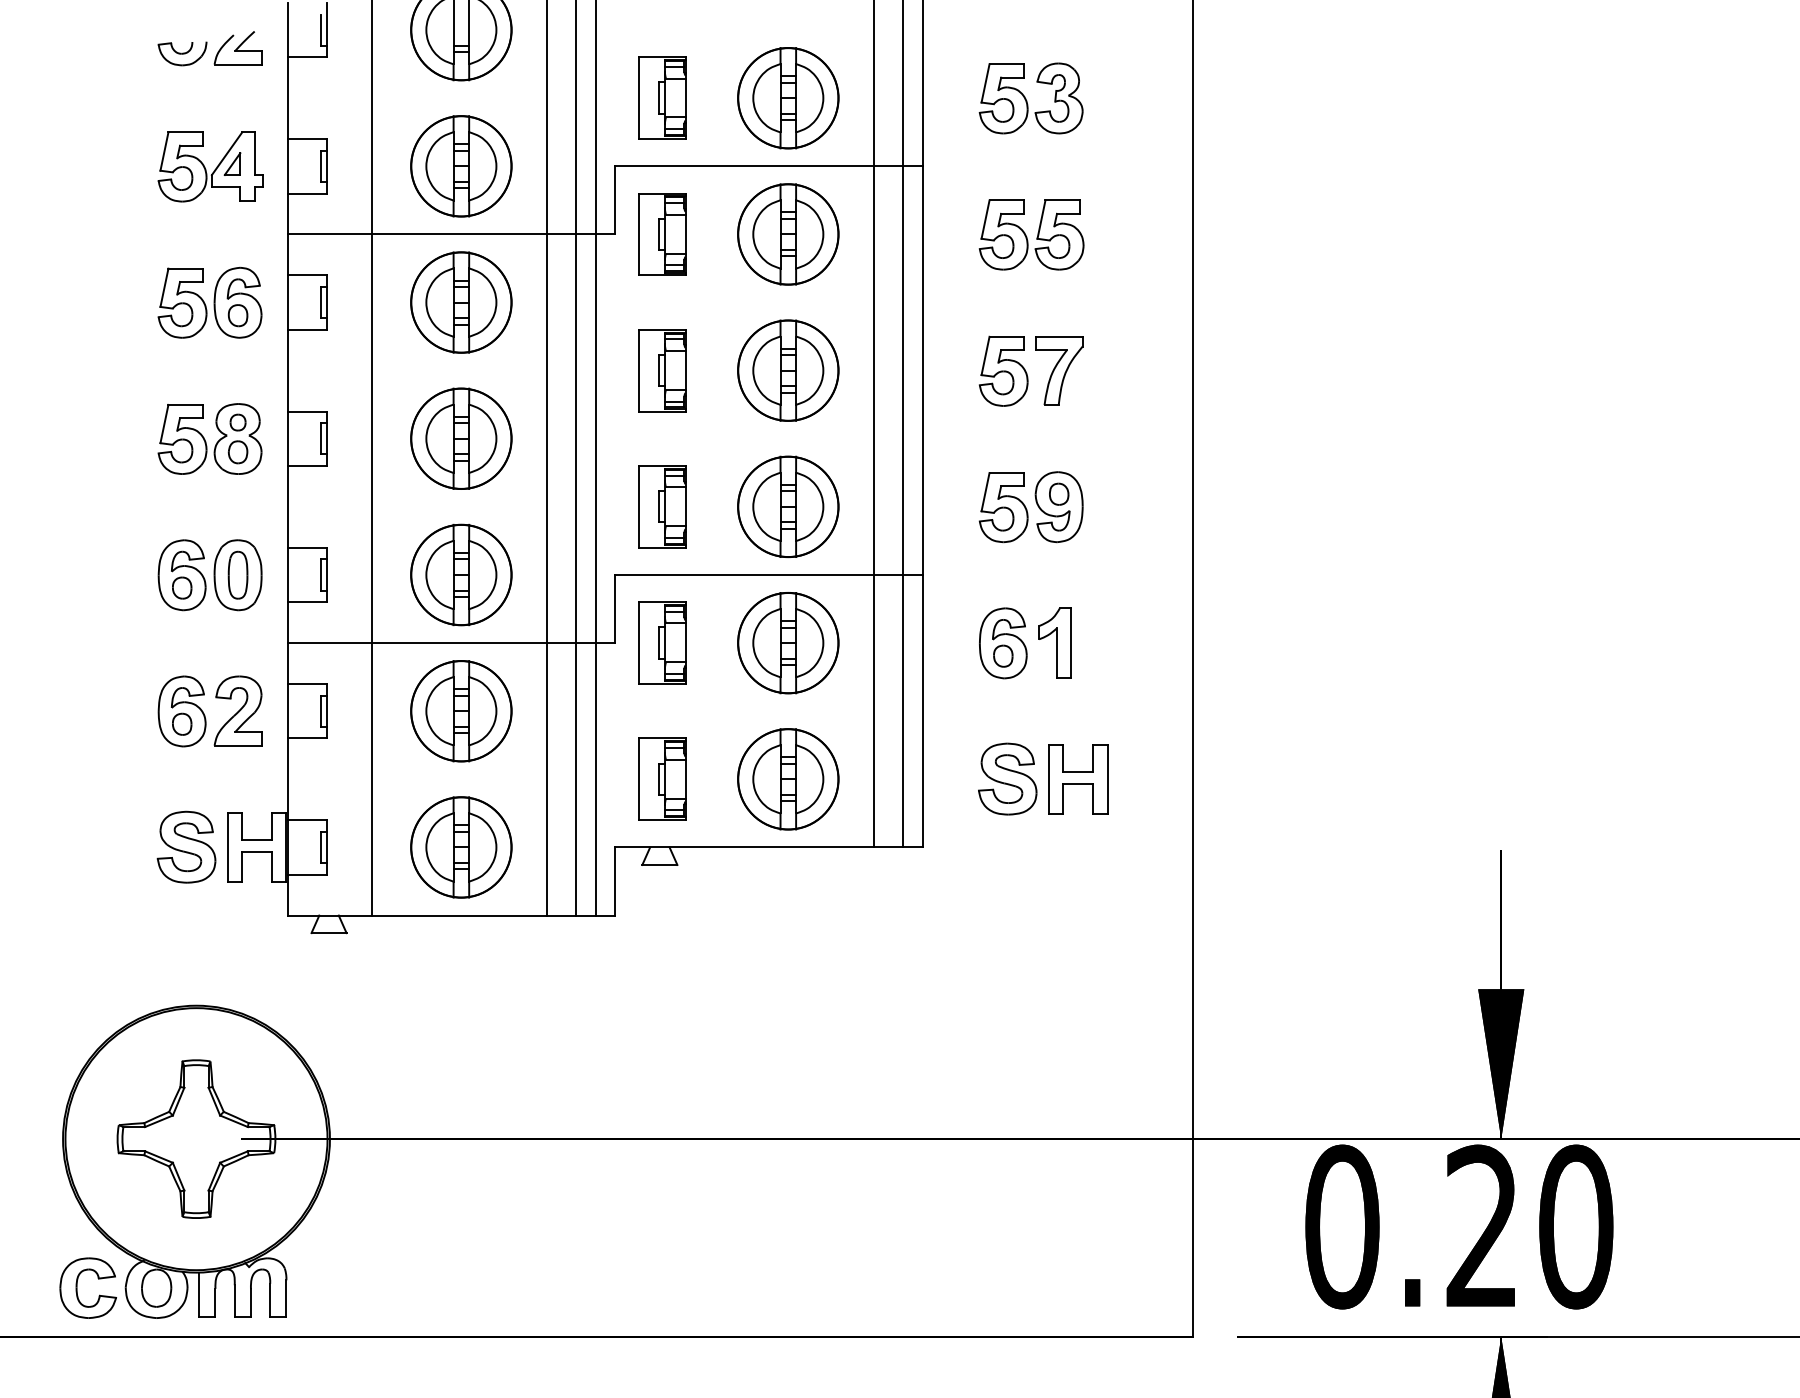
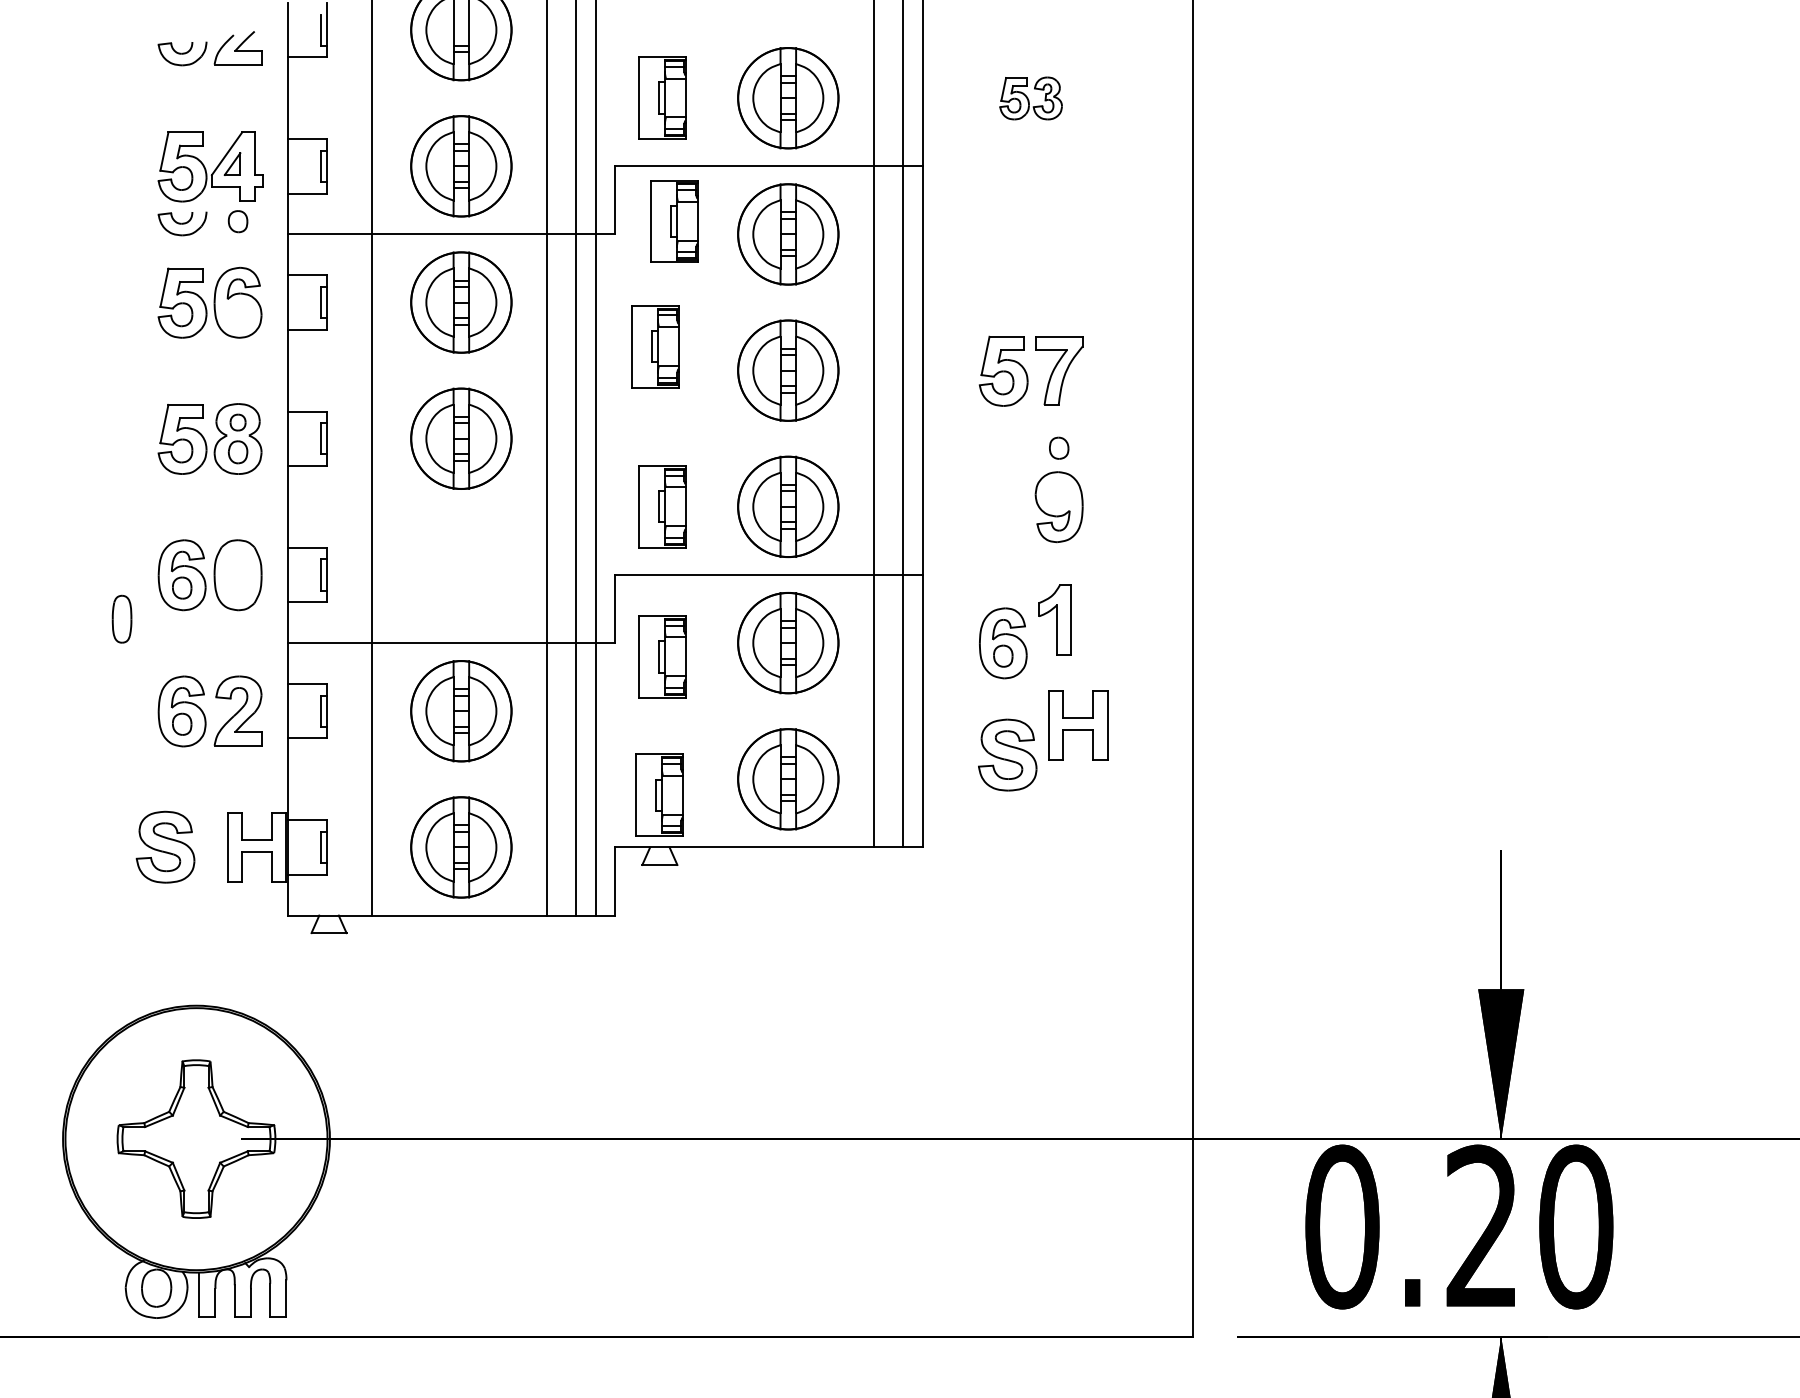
part at (1030, 98) size: 106x73 px -> 64x45 px
part at (182, 223): none -> present
part at (662, 234) position: (662, 234) -> (674, 221)
part at (1031, 234): present -> none
part at (237, 315) position: (237, 315) -> (237, 221)
part at (662, 370) position: (662, 370) -> (655, 346)
part at (1059, 493) position: (1059, 493) -> (1059, 447)
part at (1003, 507): present -> none
part at (237, 574) position: (237, 574) -> (121, 618)
part at (461, 574): present -> none
part at (662, 642) position: (662, 642) -> (662, 656)
part at (1054, 642) position: (1054, 642) -> (1054, 619)
part at (662, 778) position: (662, 778) -> (659, 794)
part at (1007, 778) position: (1007, 778) -> (1007, 754)
part at (1078, 779) position: (1078, 779) -> (1078, 725)
part at (186, 846) position: (186, 846) -> (165, 846)
part at (77, 1287): present -> none
